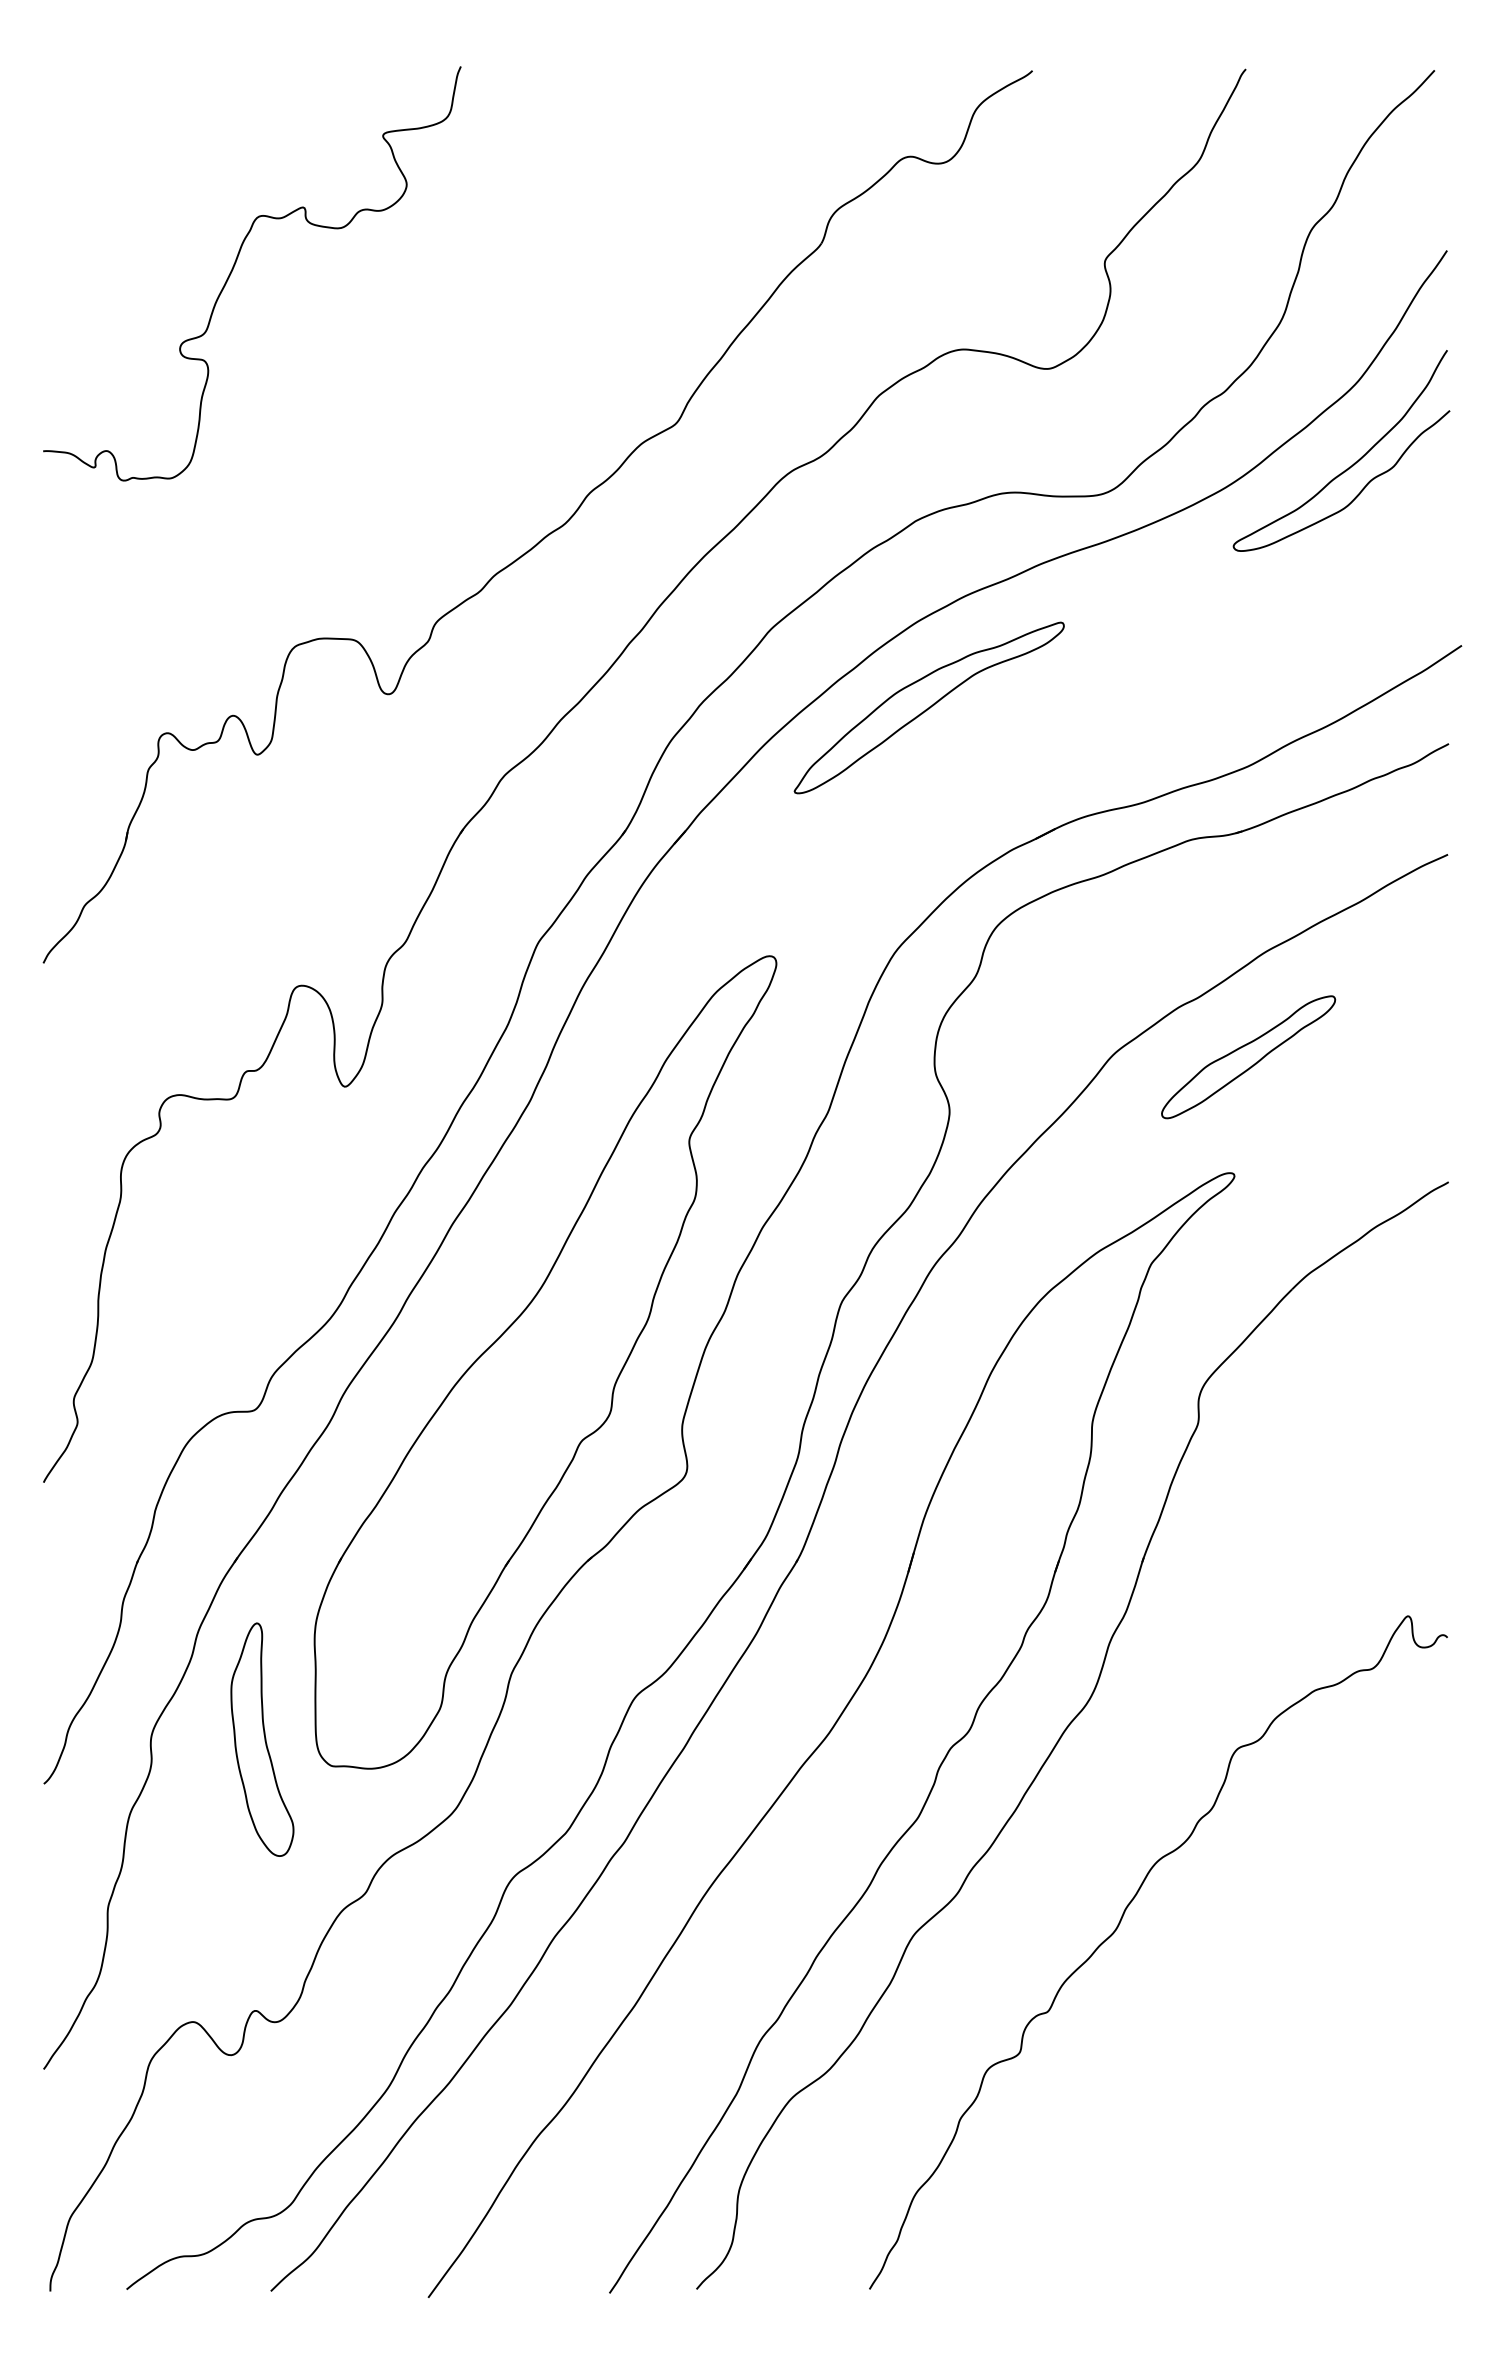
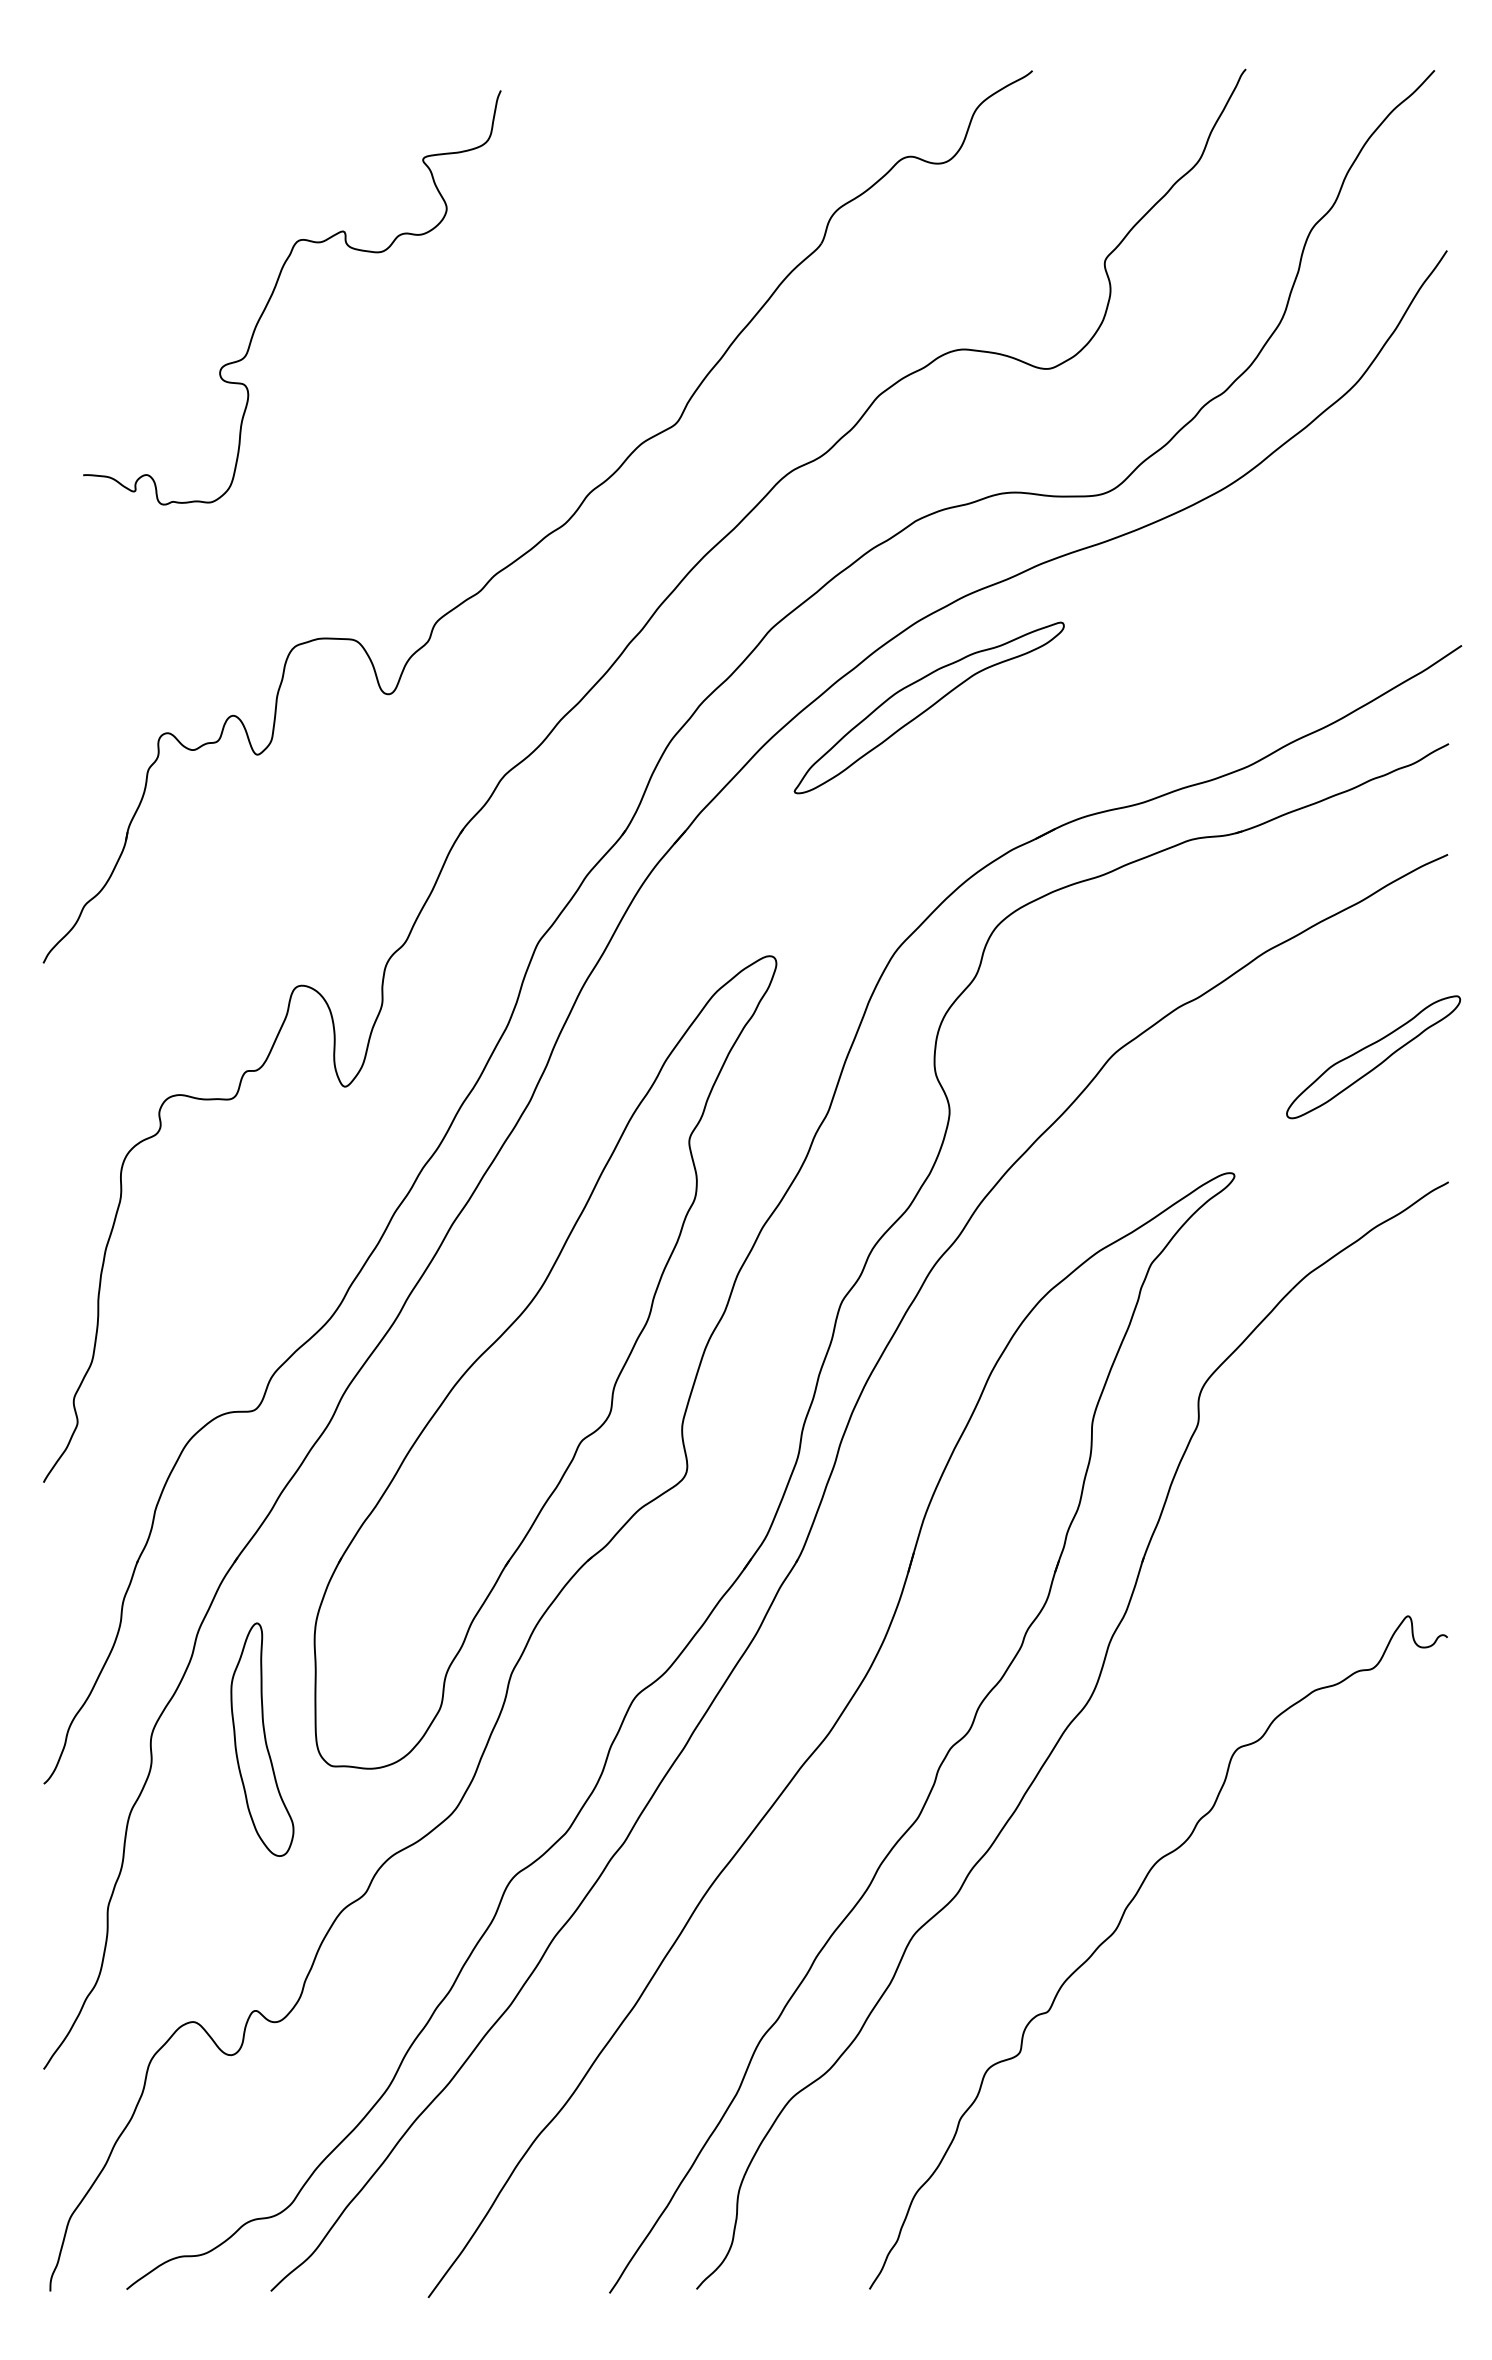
curve at (235, 265) position: (235, 265) -> (275, 289)
curve at (1354, 462): present -> none
part at (1248, 1057) position: (1248, 1057) -> (1373, 1057)
